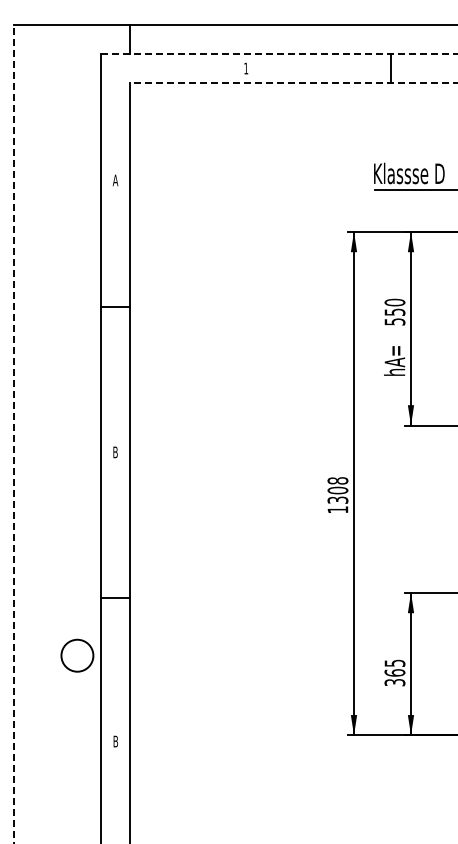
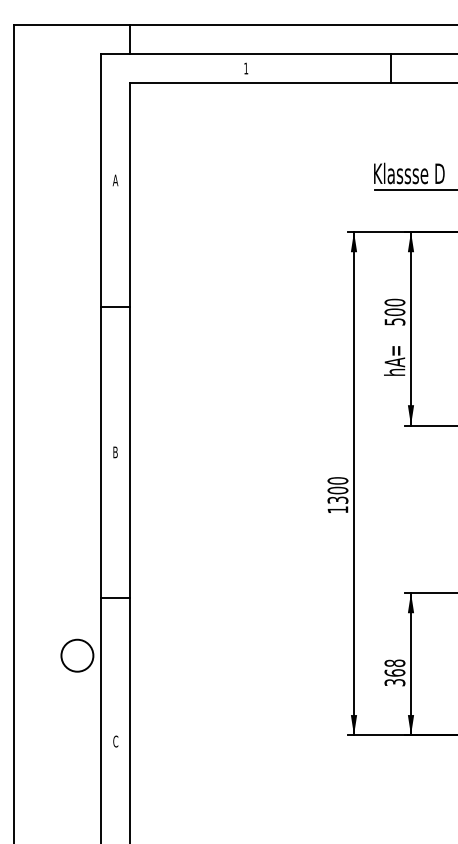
line at (279, 54): dashed -> solid
line at (293, 83): dashed -> solid
text at (394, 311): 550 -> 500
line at (13, 434): dashed -> solid
text at (337, 480): 1308 -> 1300
text at (394, 663): 365 -> 368
text at (115, 741): B -> C
